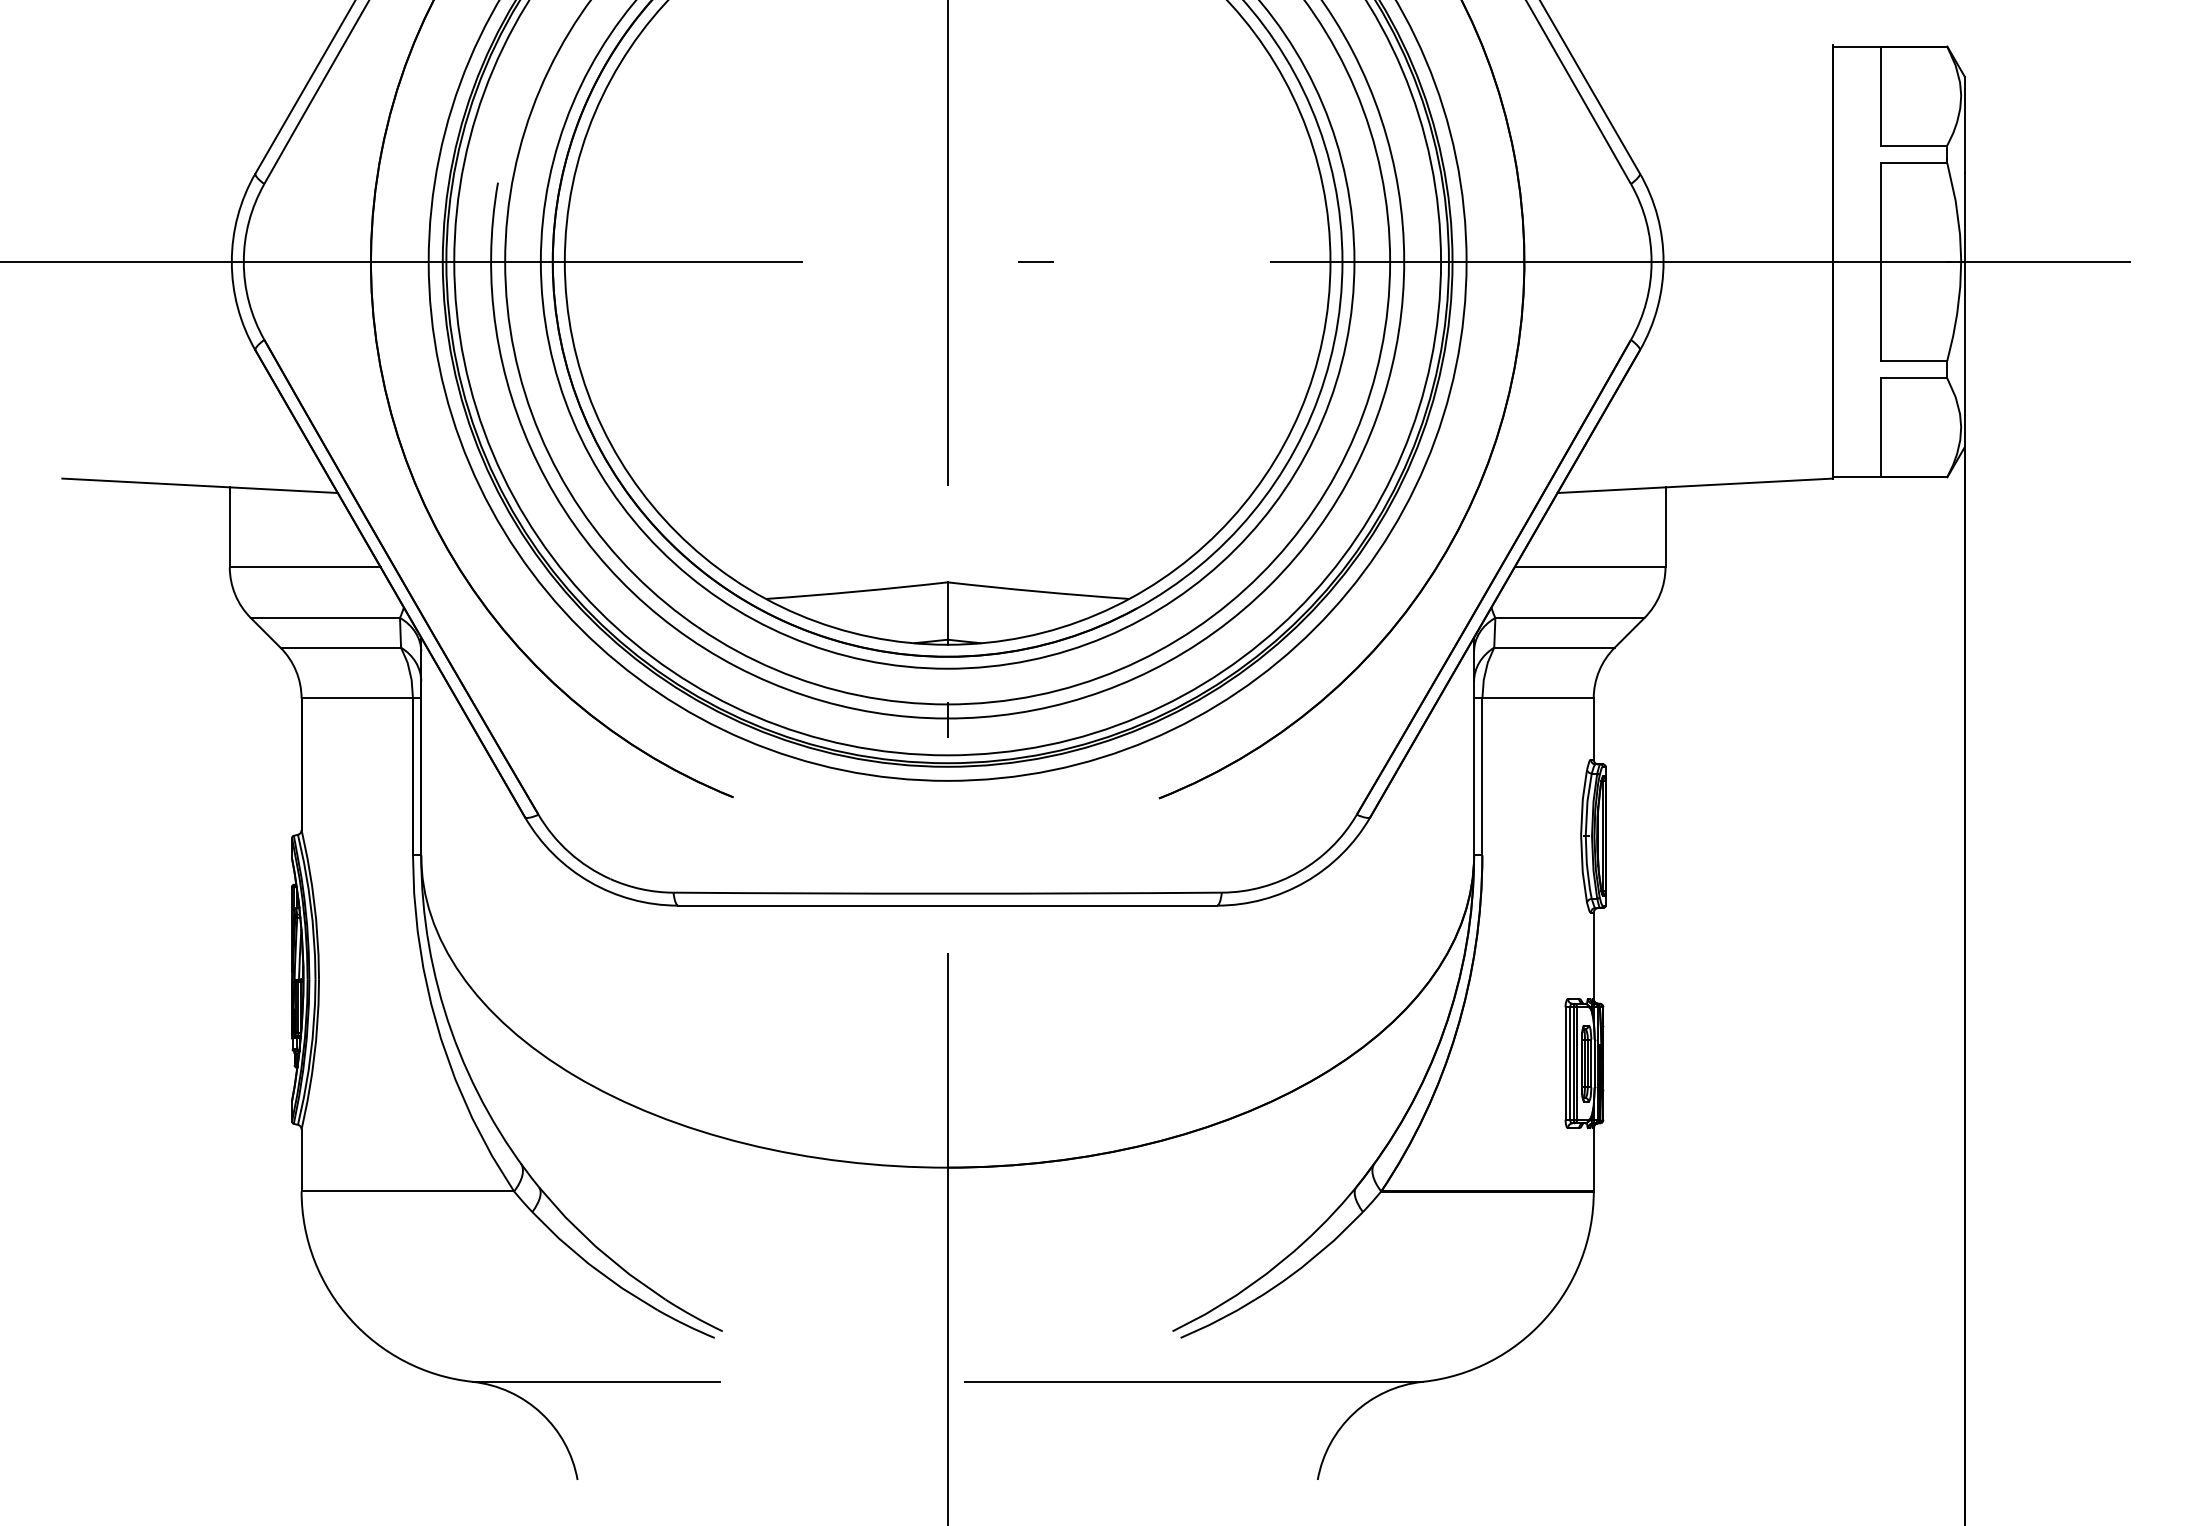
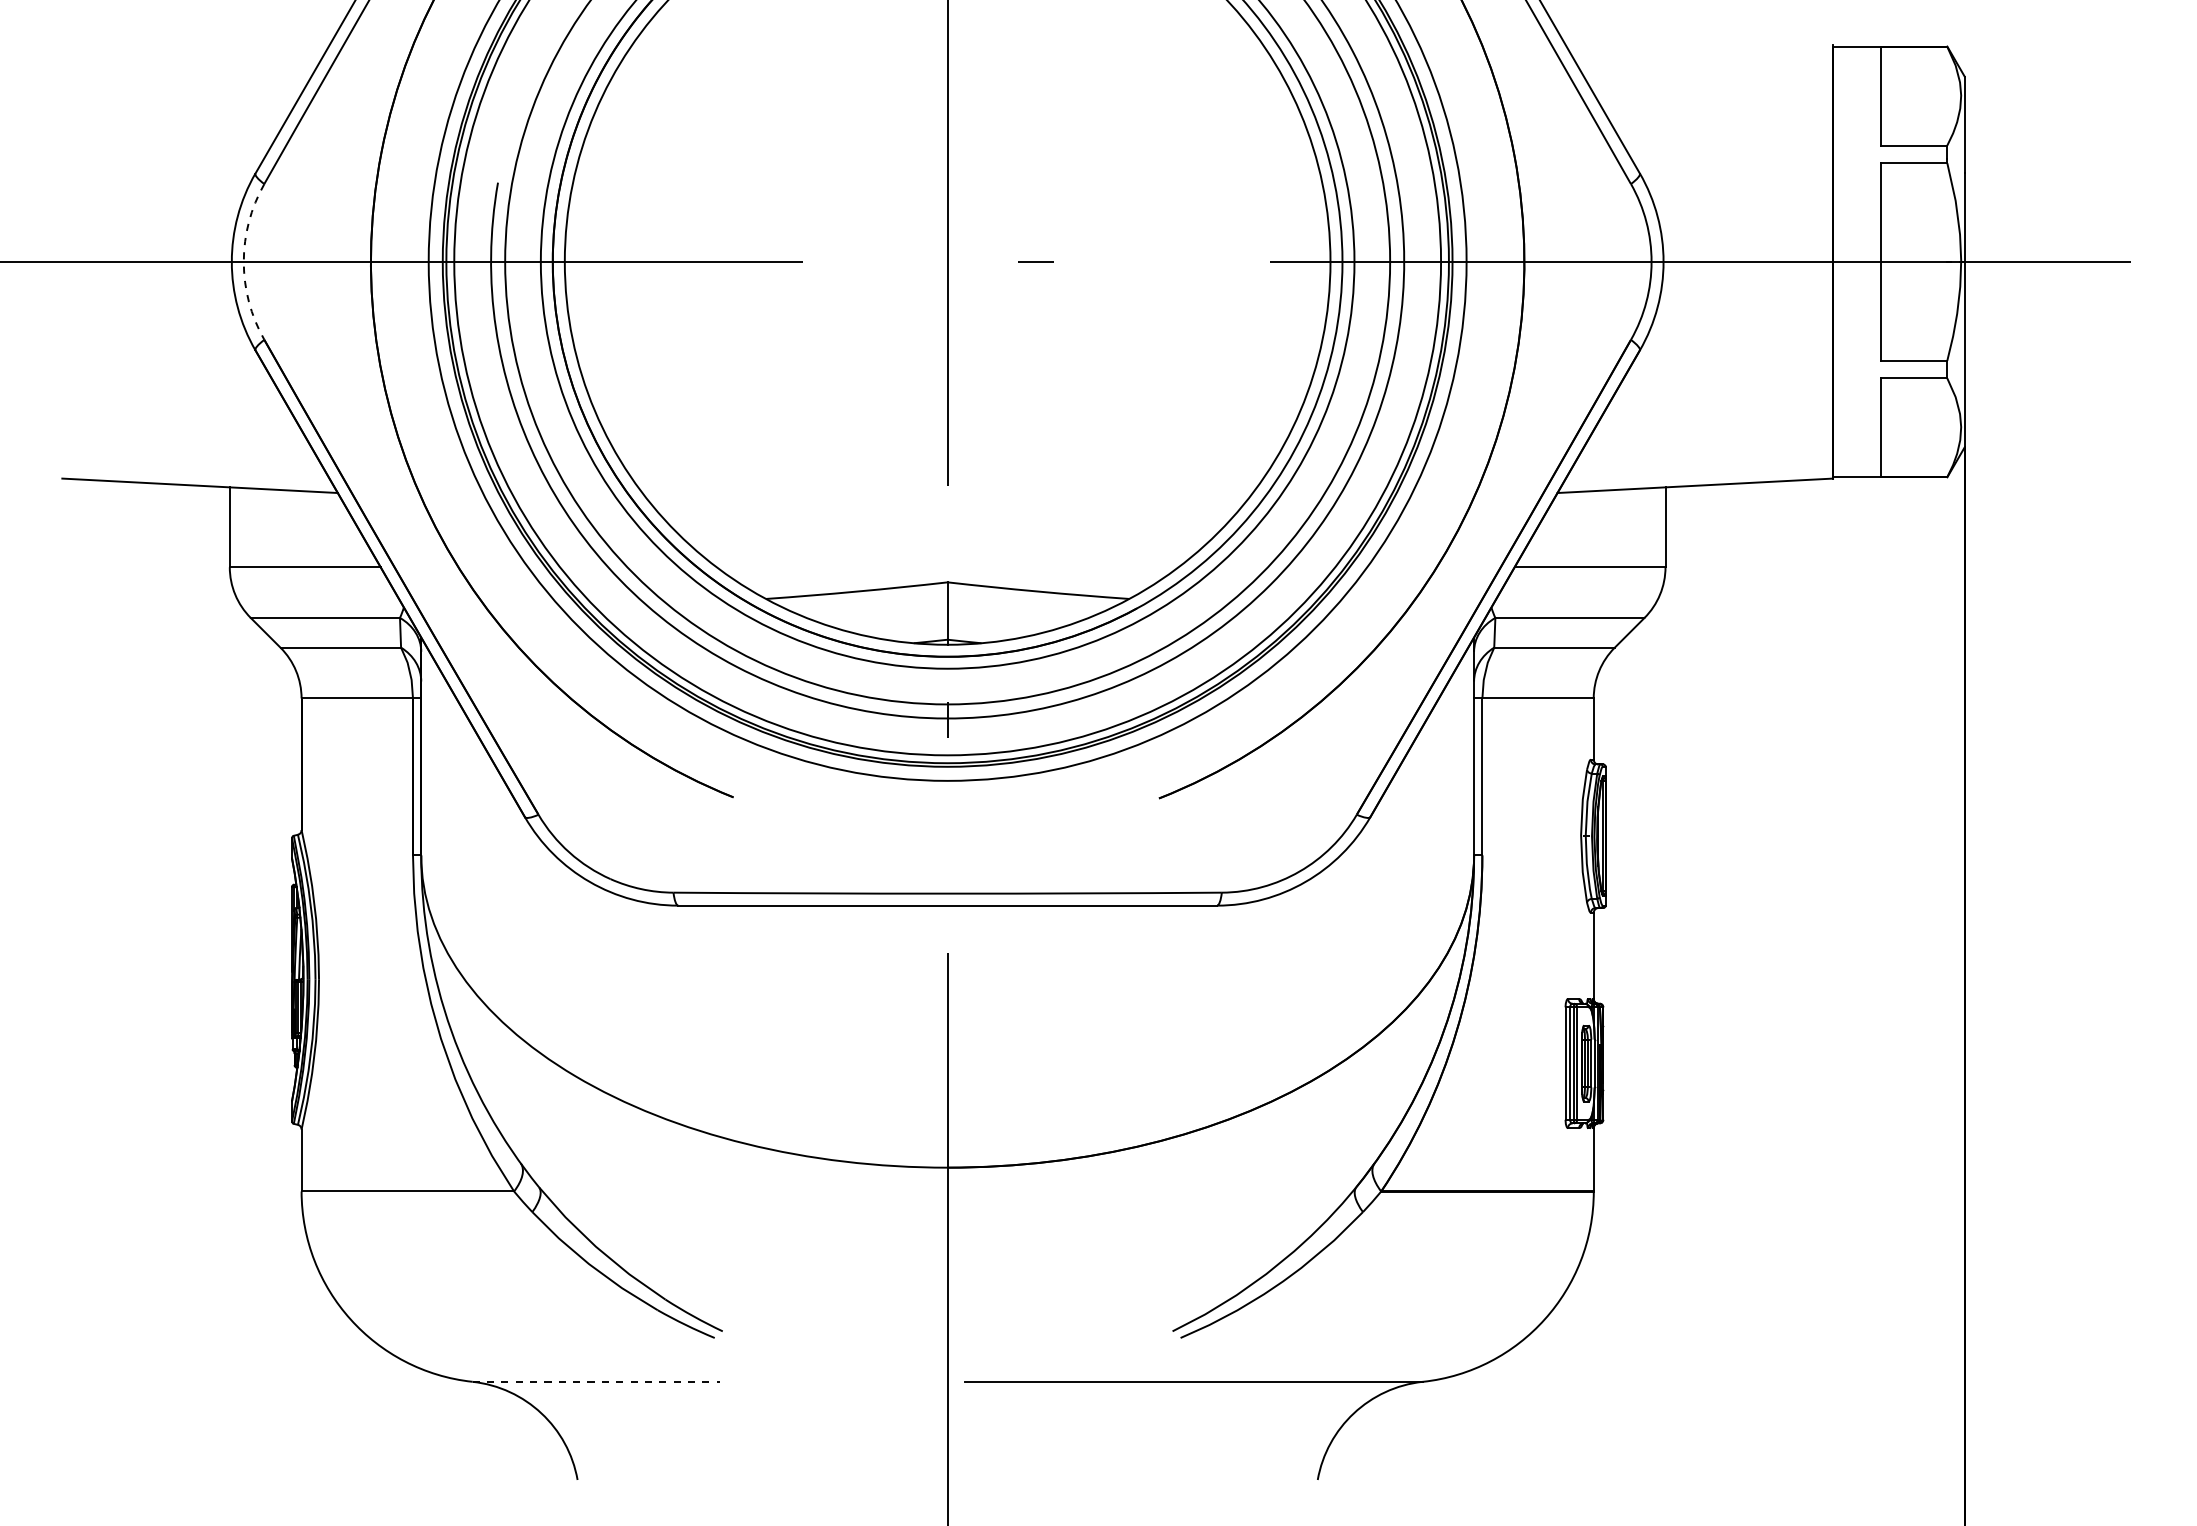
arc at (243, 261): solid -> dashed
line at (596, 1381): solid -> dashed
